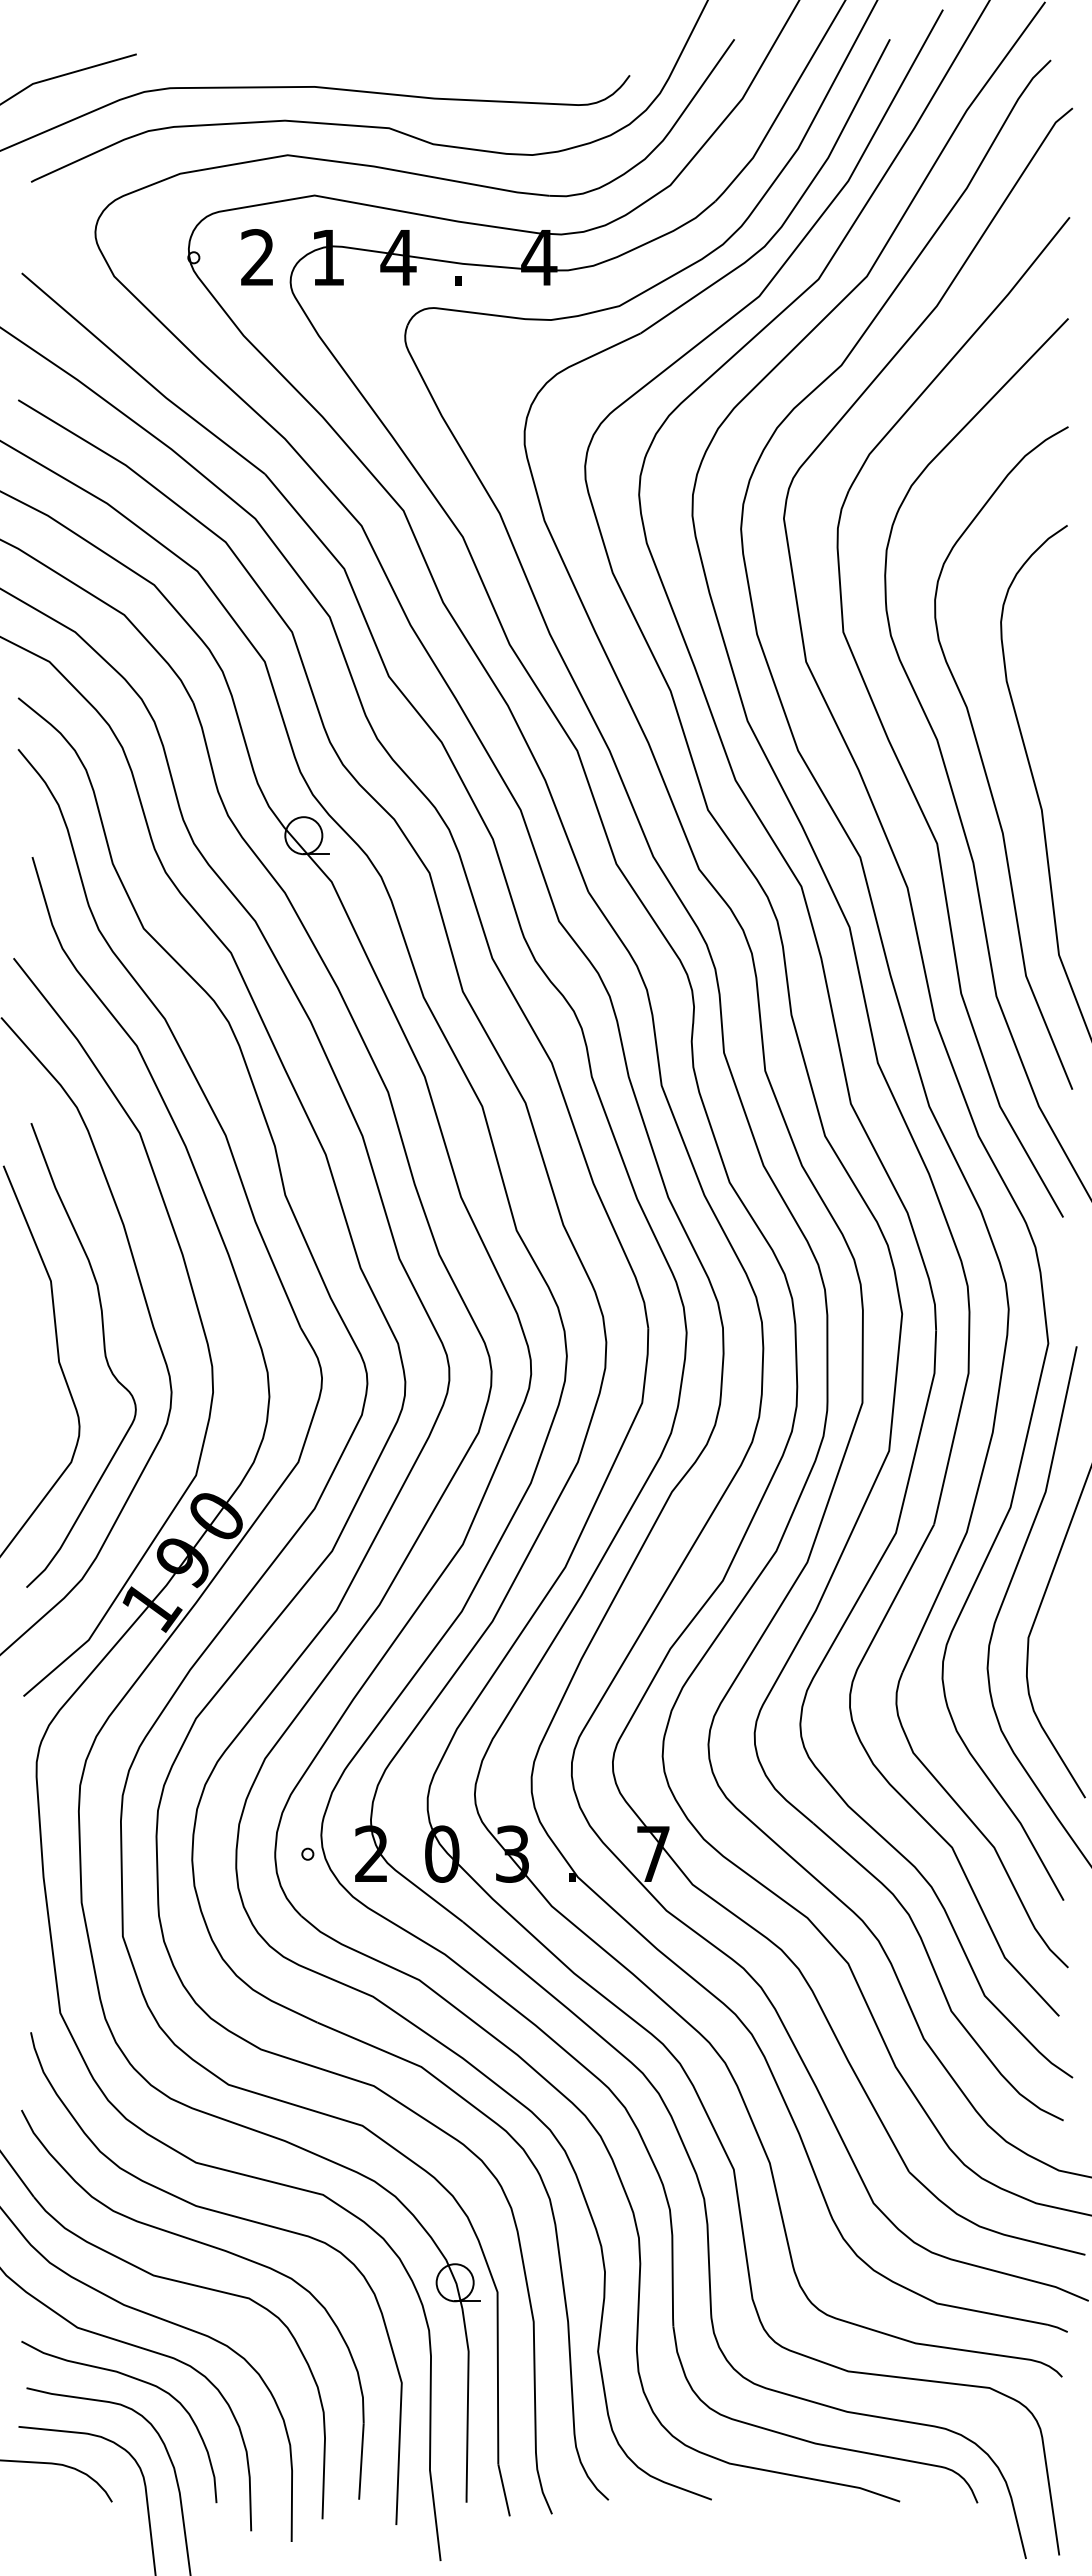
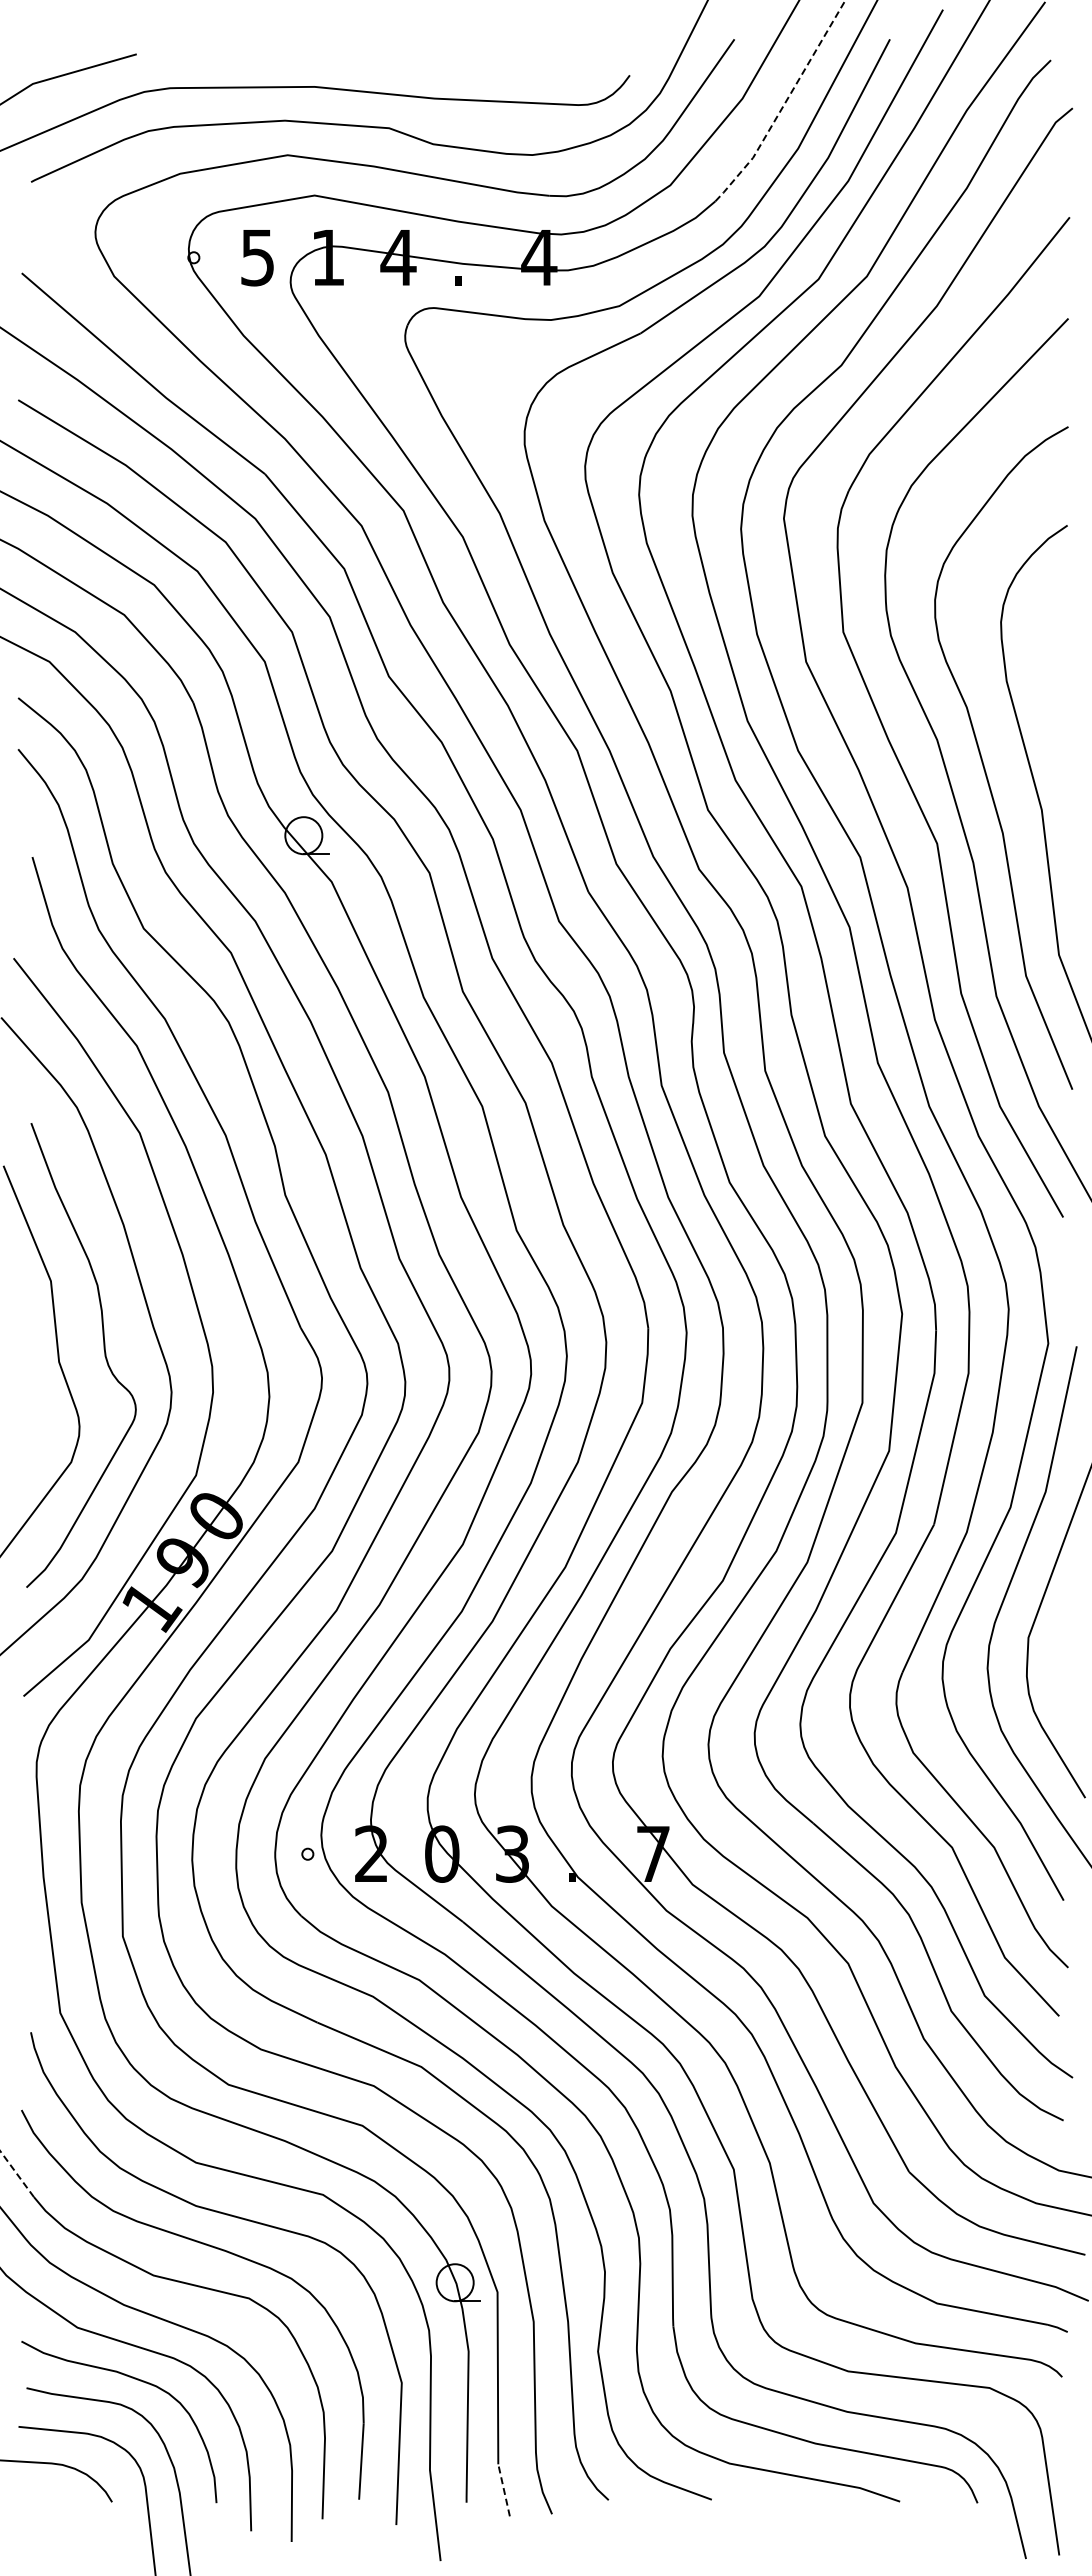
line at (783, 105): solid -> dashed
text at (257, 257): 2 -> 5
line at (16, 2173): solid -> dashed
line at (504, 2490): solid -> dashed
